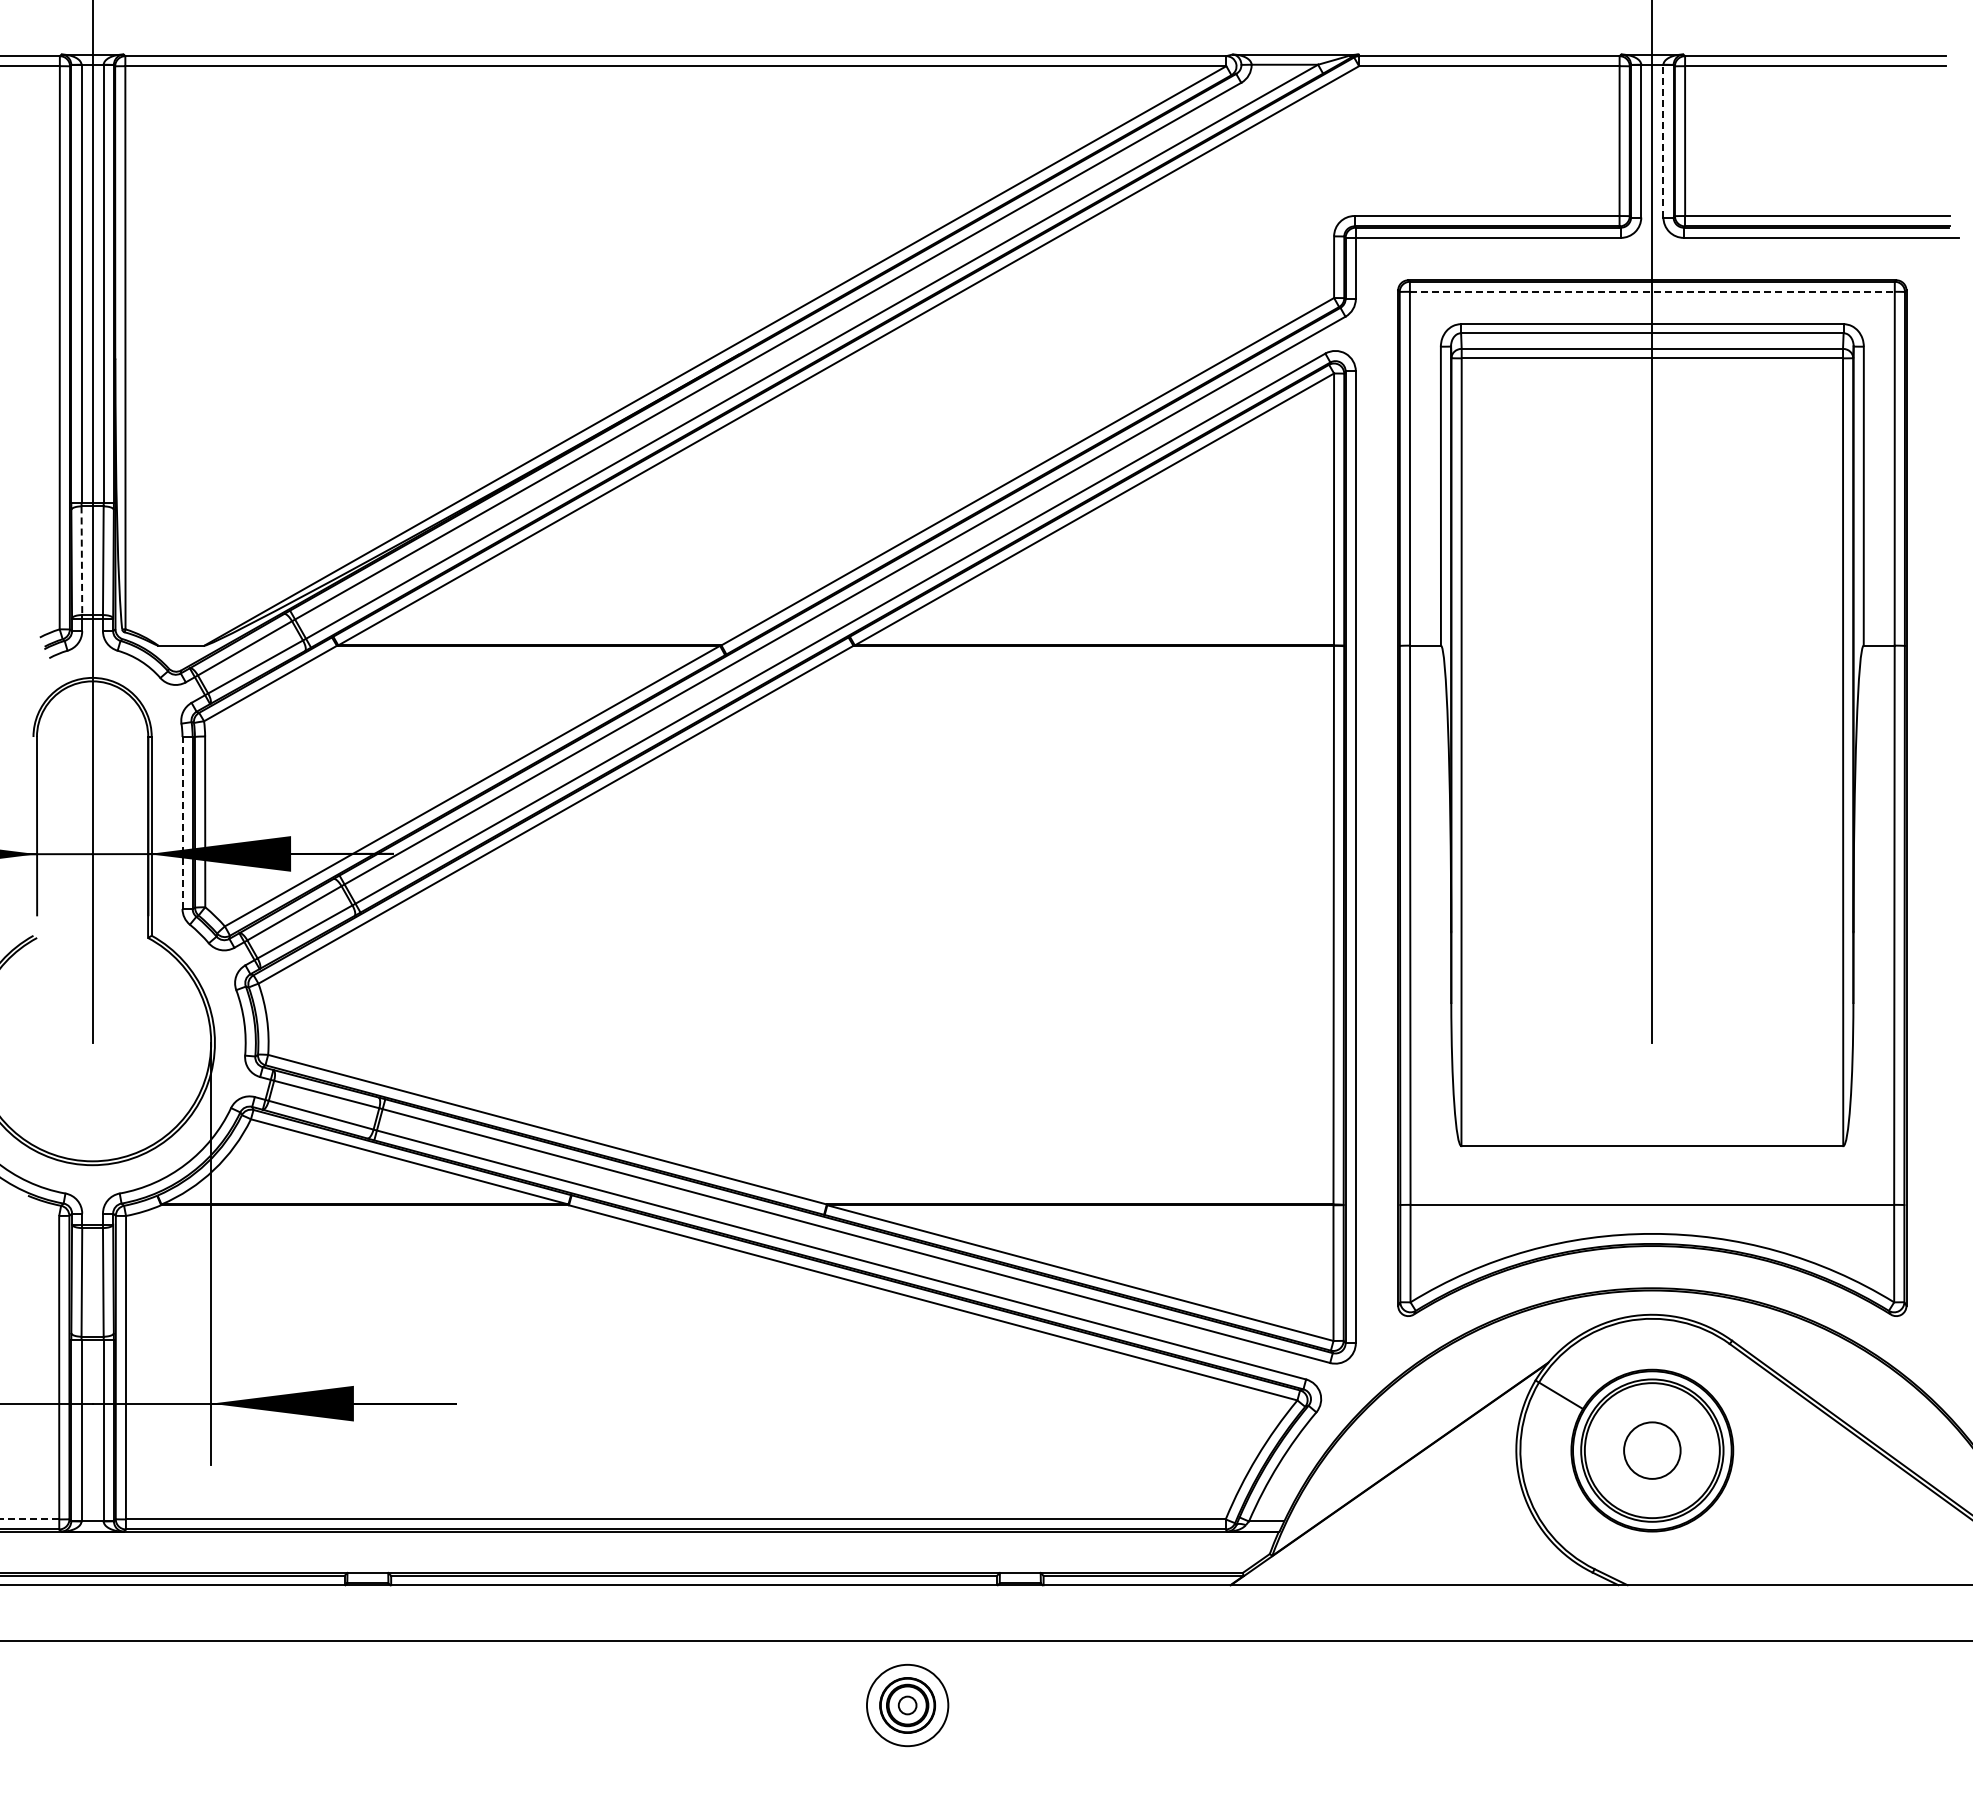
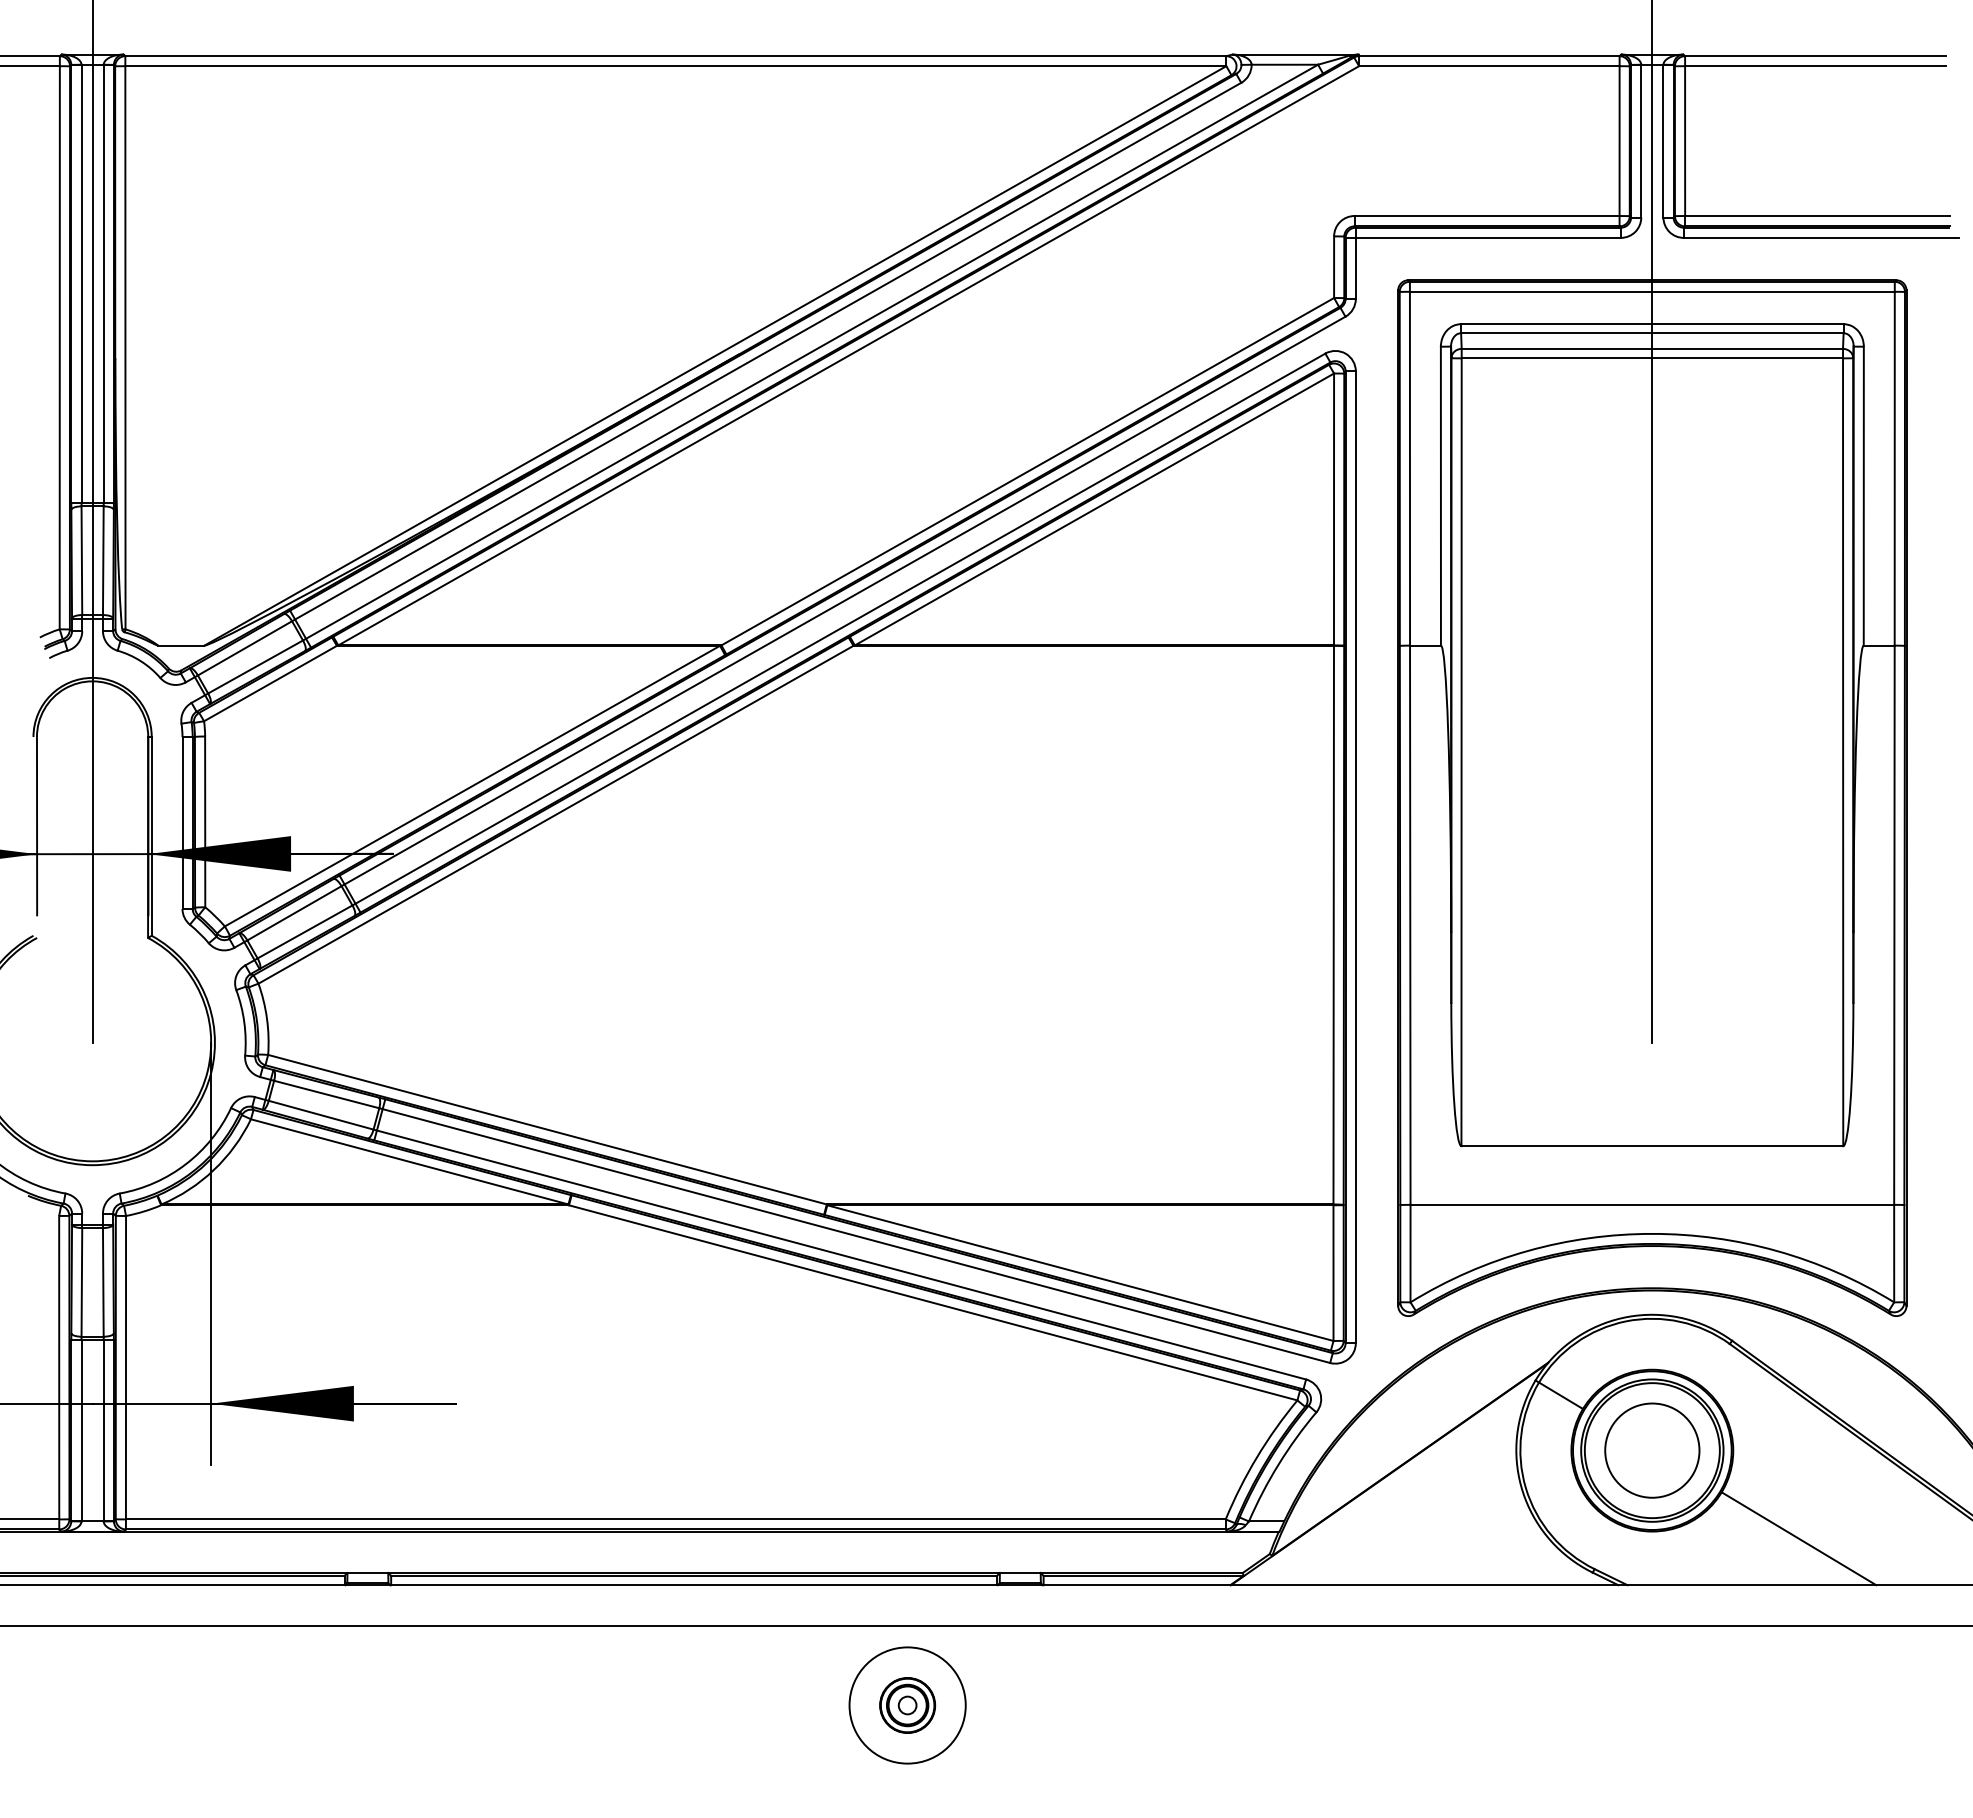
line at (1663, 140): dashed -> solid
line at (1652, 291): dashed -> solid
line at (81, 561): dashed -> solid
line at (182, 823): dashed -> solid
circle at (1652, 1450) diameter: 57 px -> 94 px
line at (29, 1519): dashed -> solid
line at (1798, 1538): none -> present
line at (985, 1640) position: (985, 1640) -> (985, 1625)
circle at (907, 1705) diameter: 81 px -> 116 px
